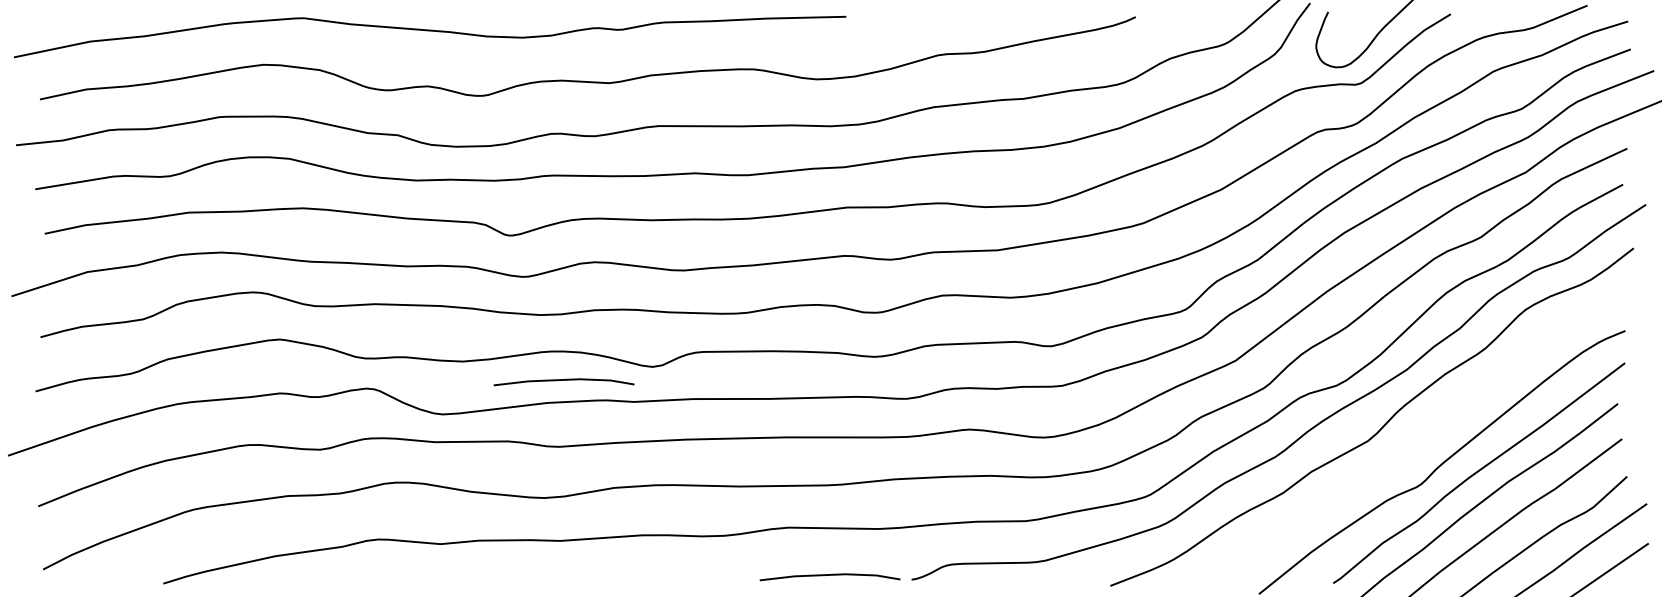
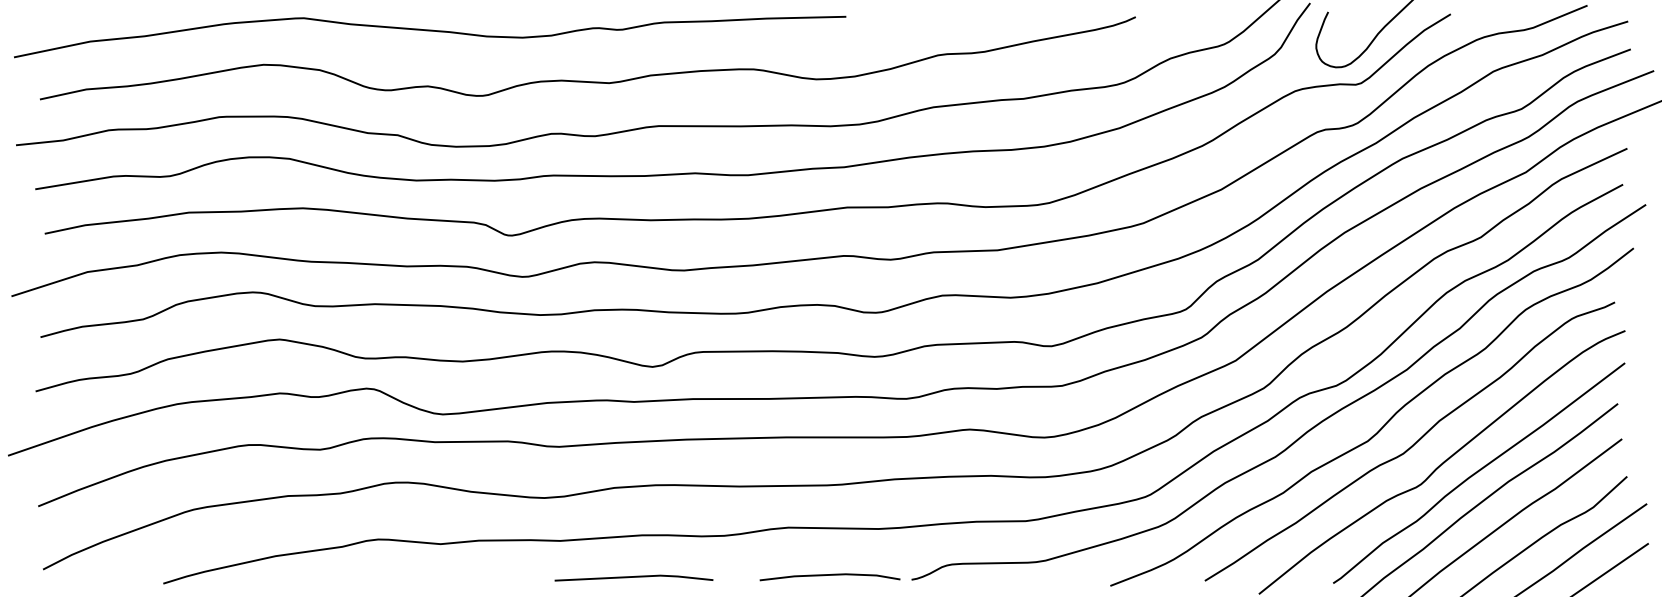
line at (563, 380): present -> none
curve at (1412, 444): none -> present
line at (633, 577): none -> present
